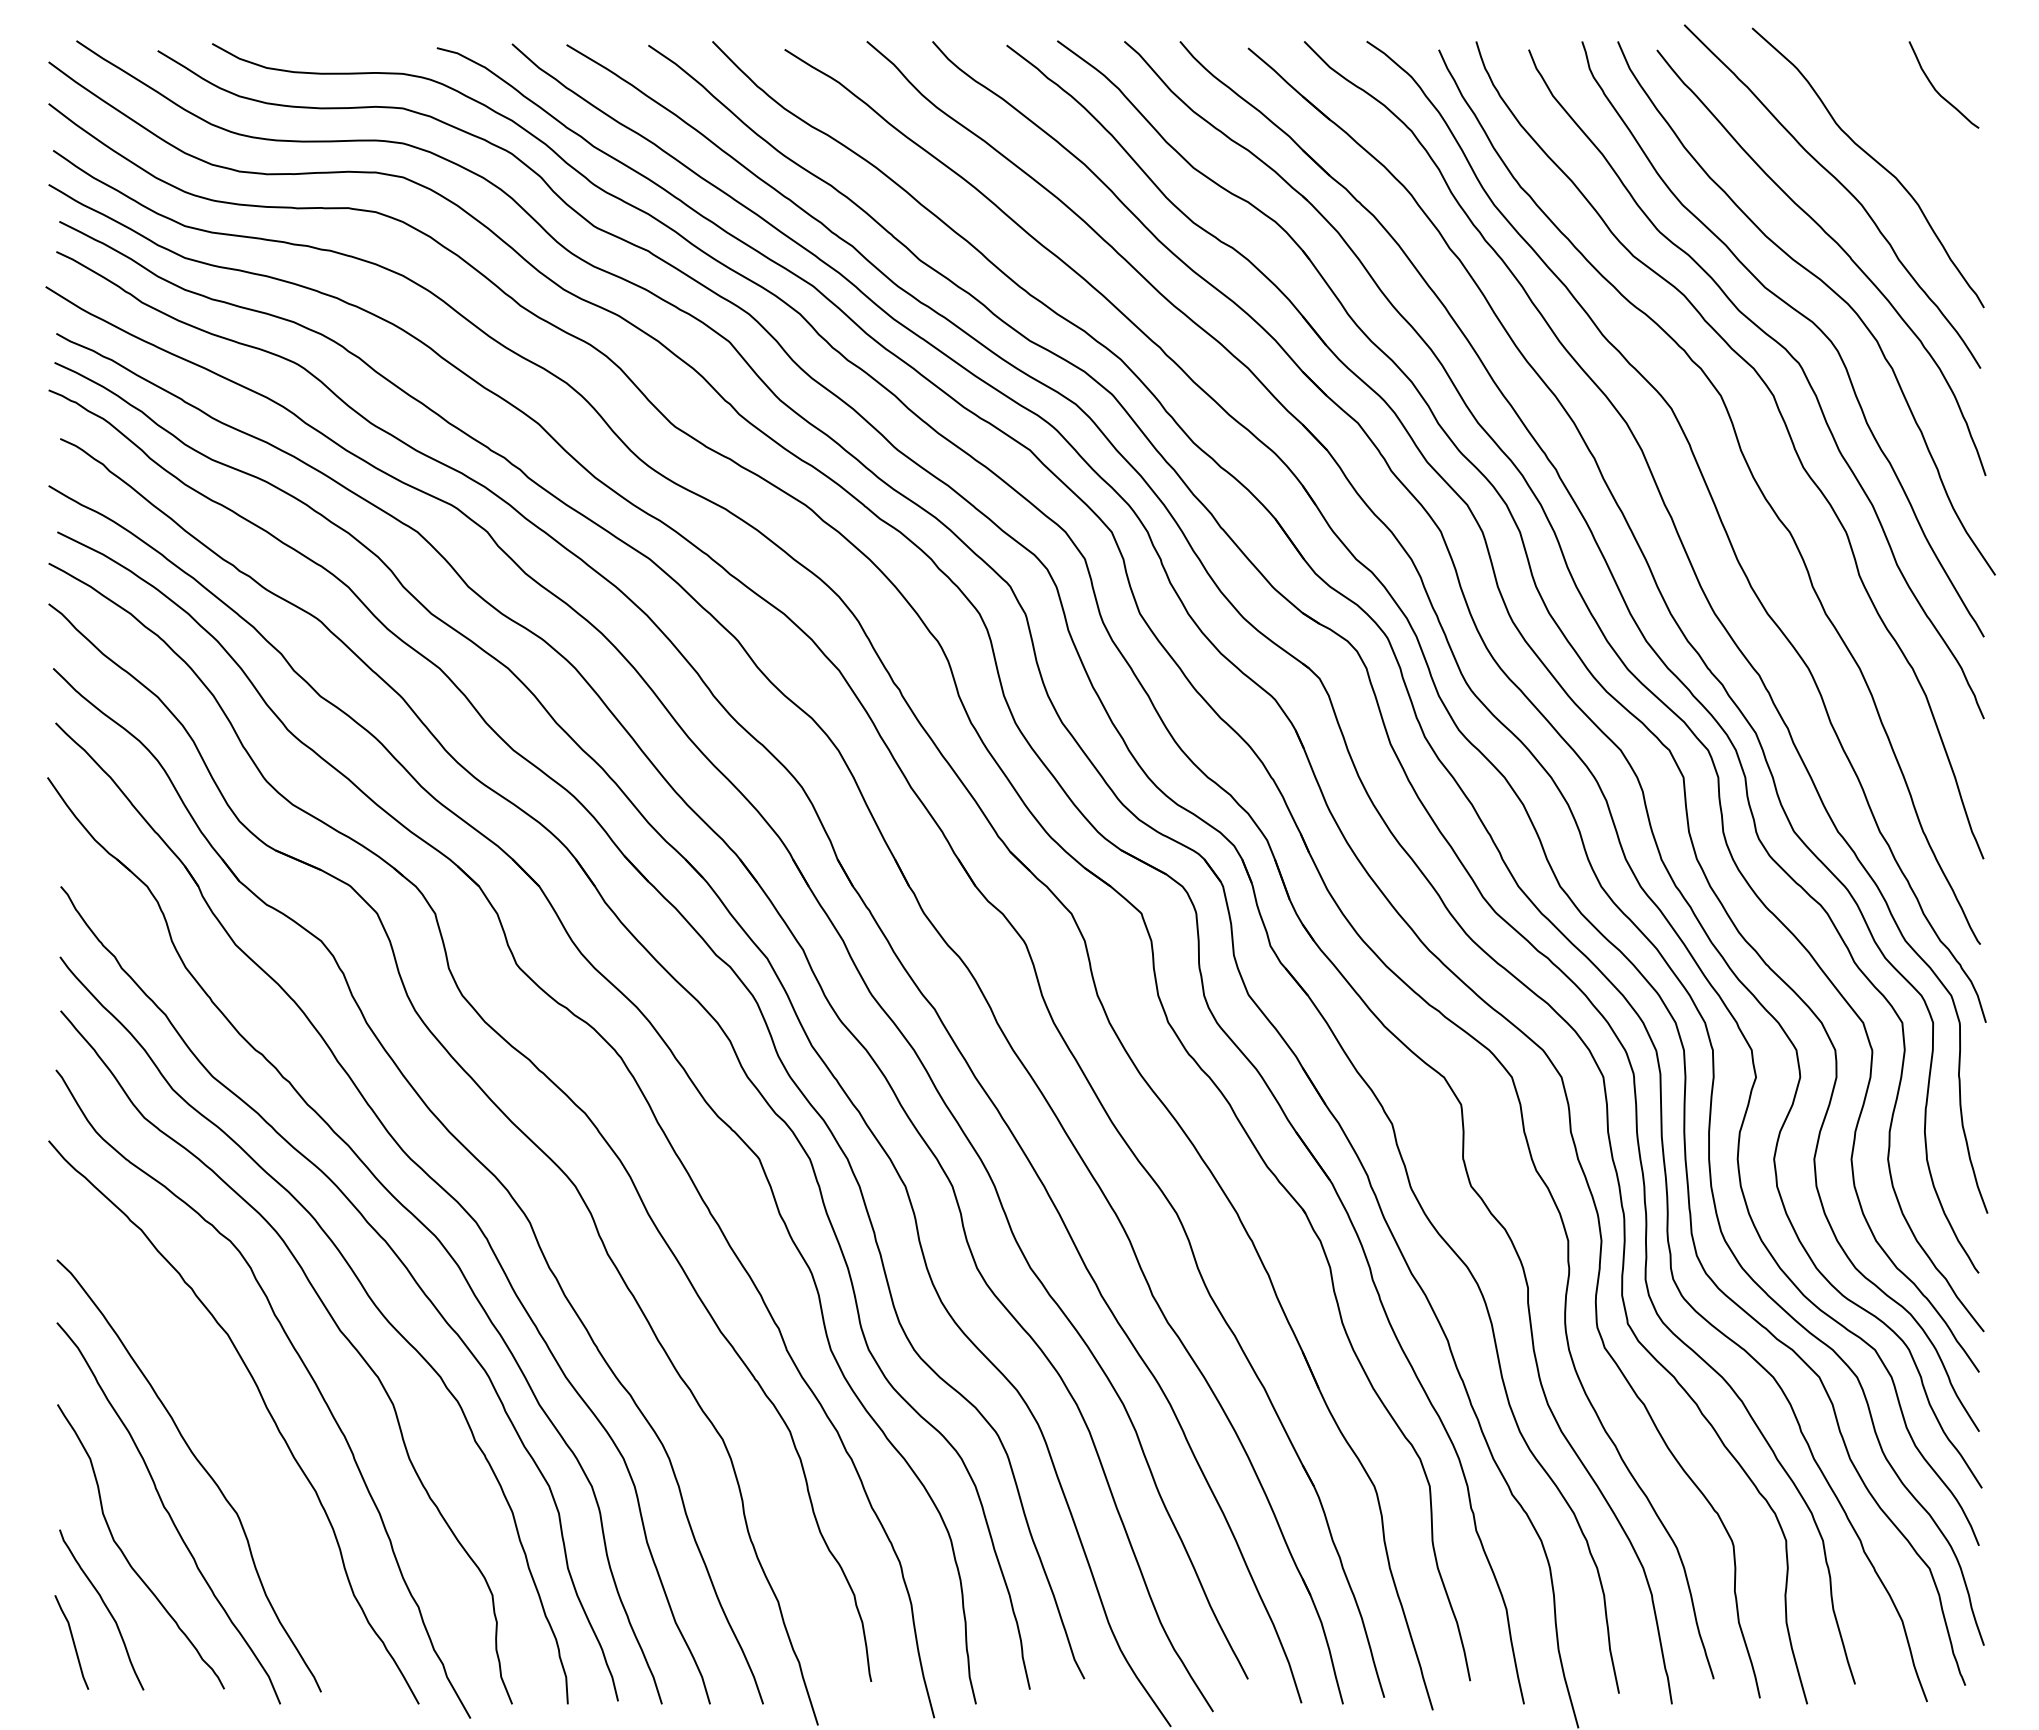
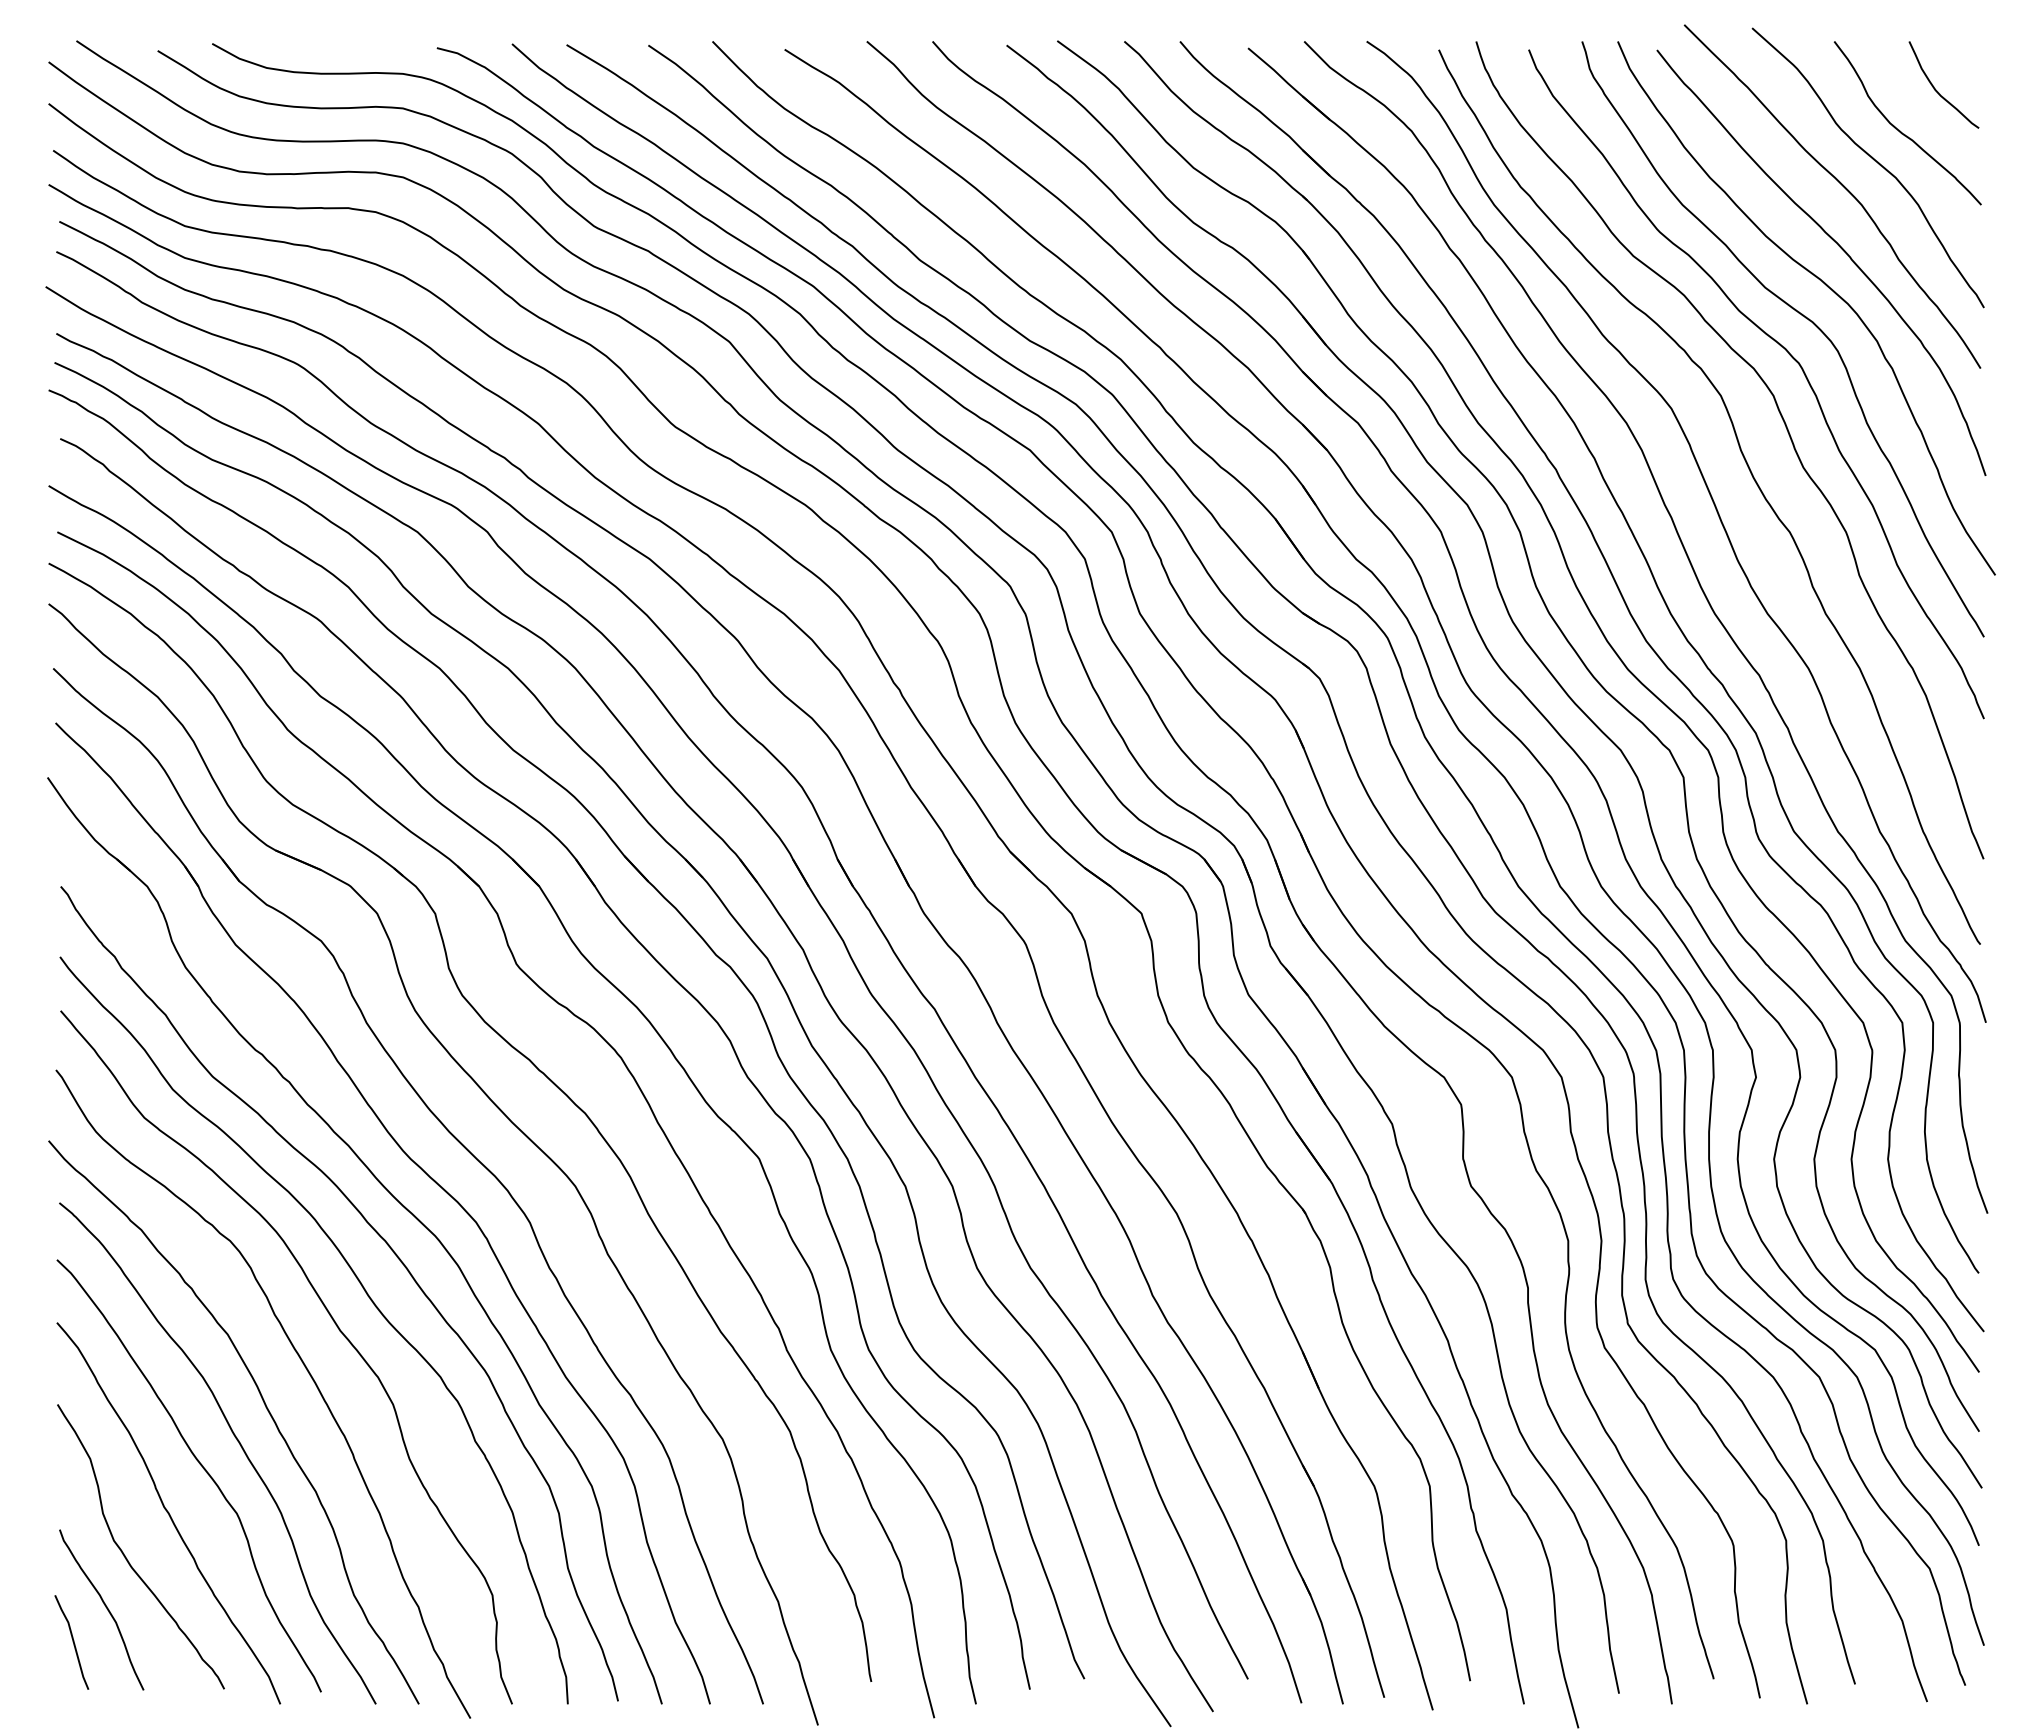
curve at (1900, 130): none -> present
curve at (236, 1440): none -> present
